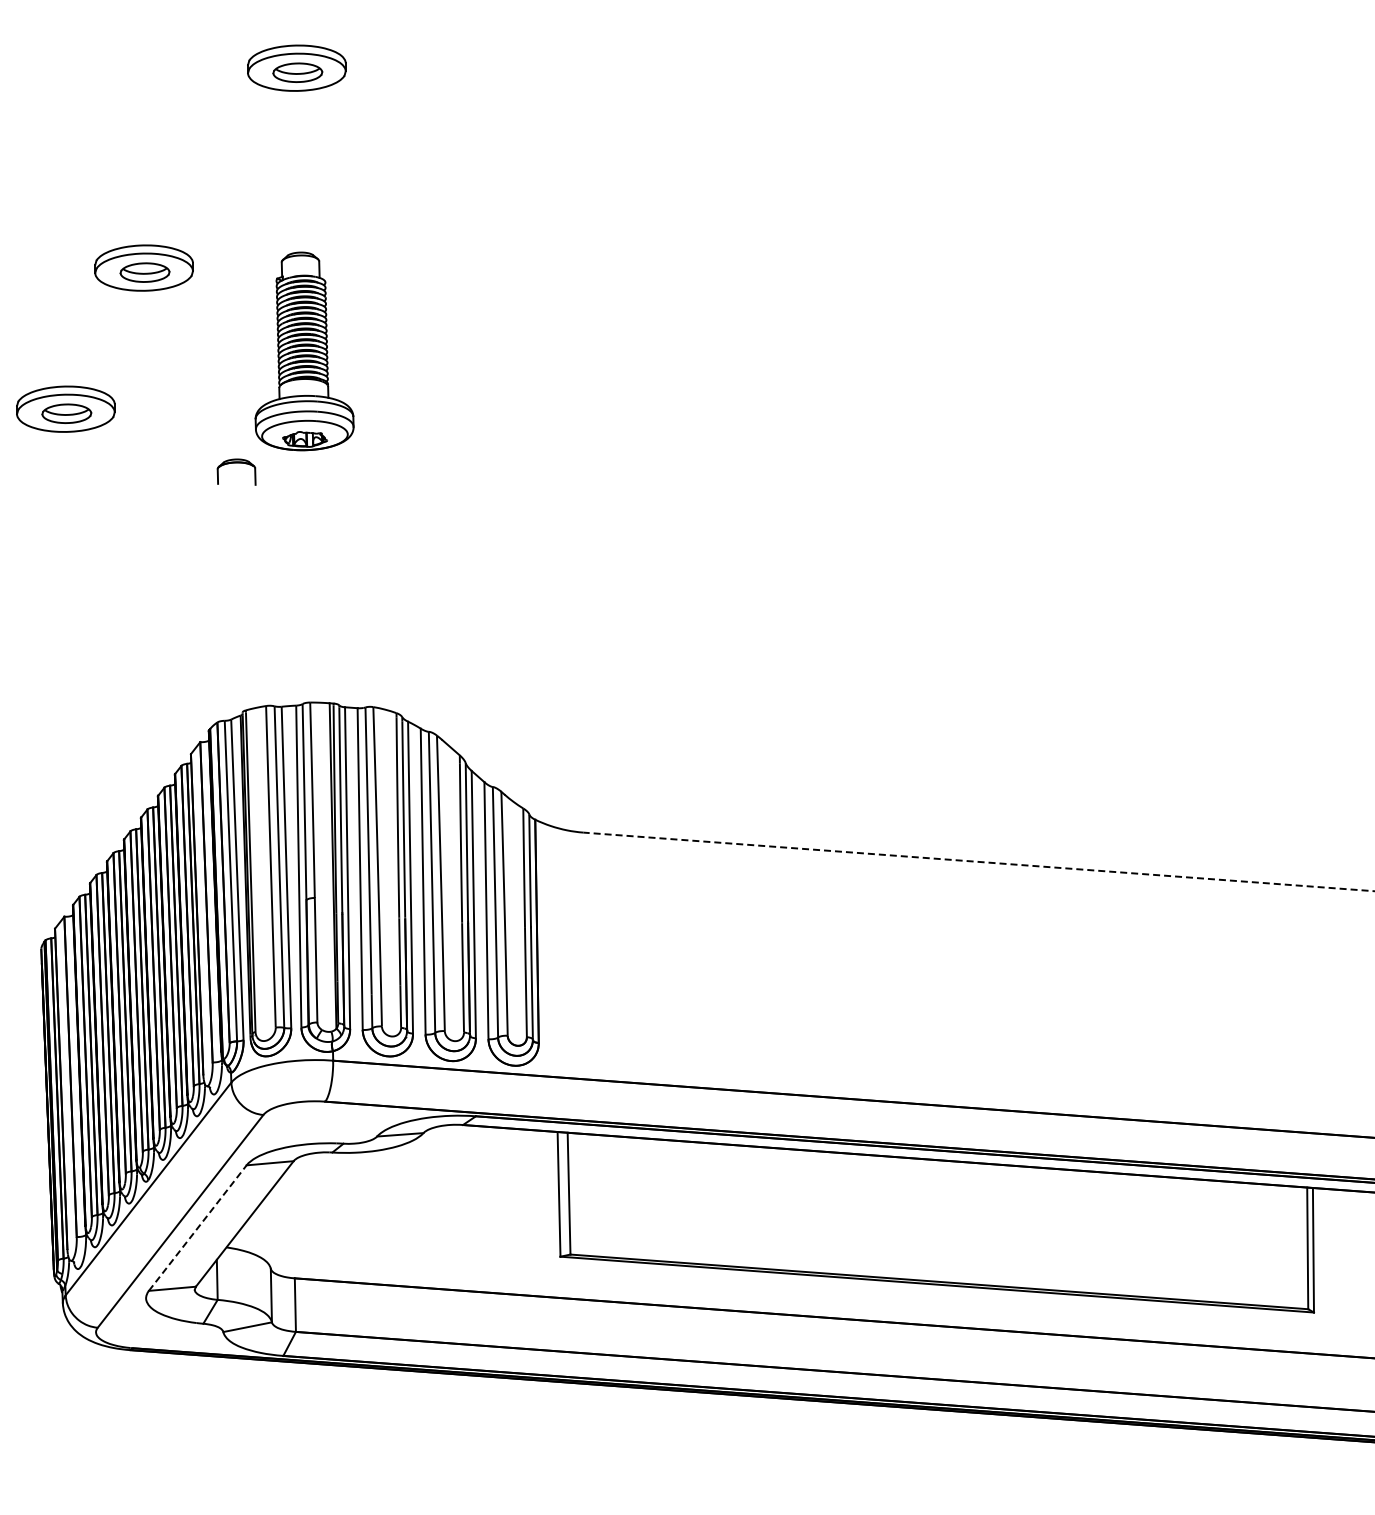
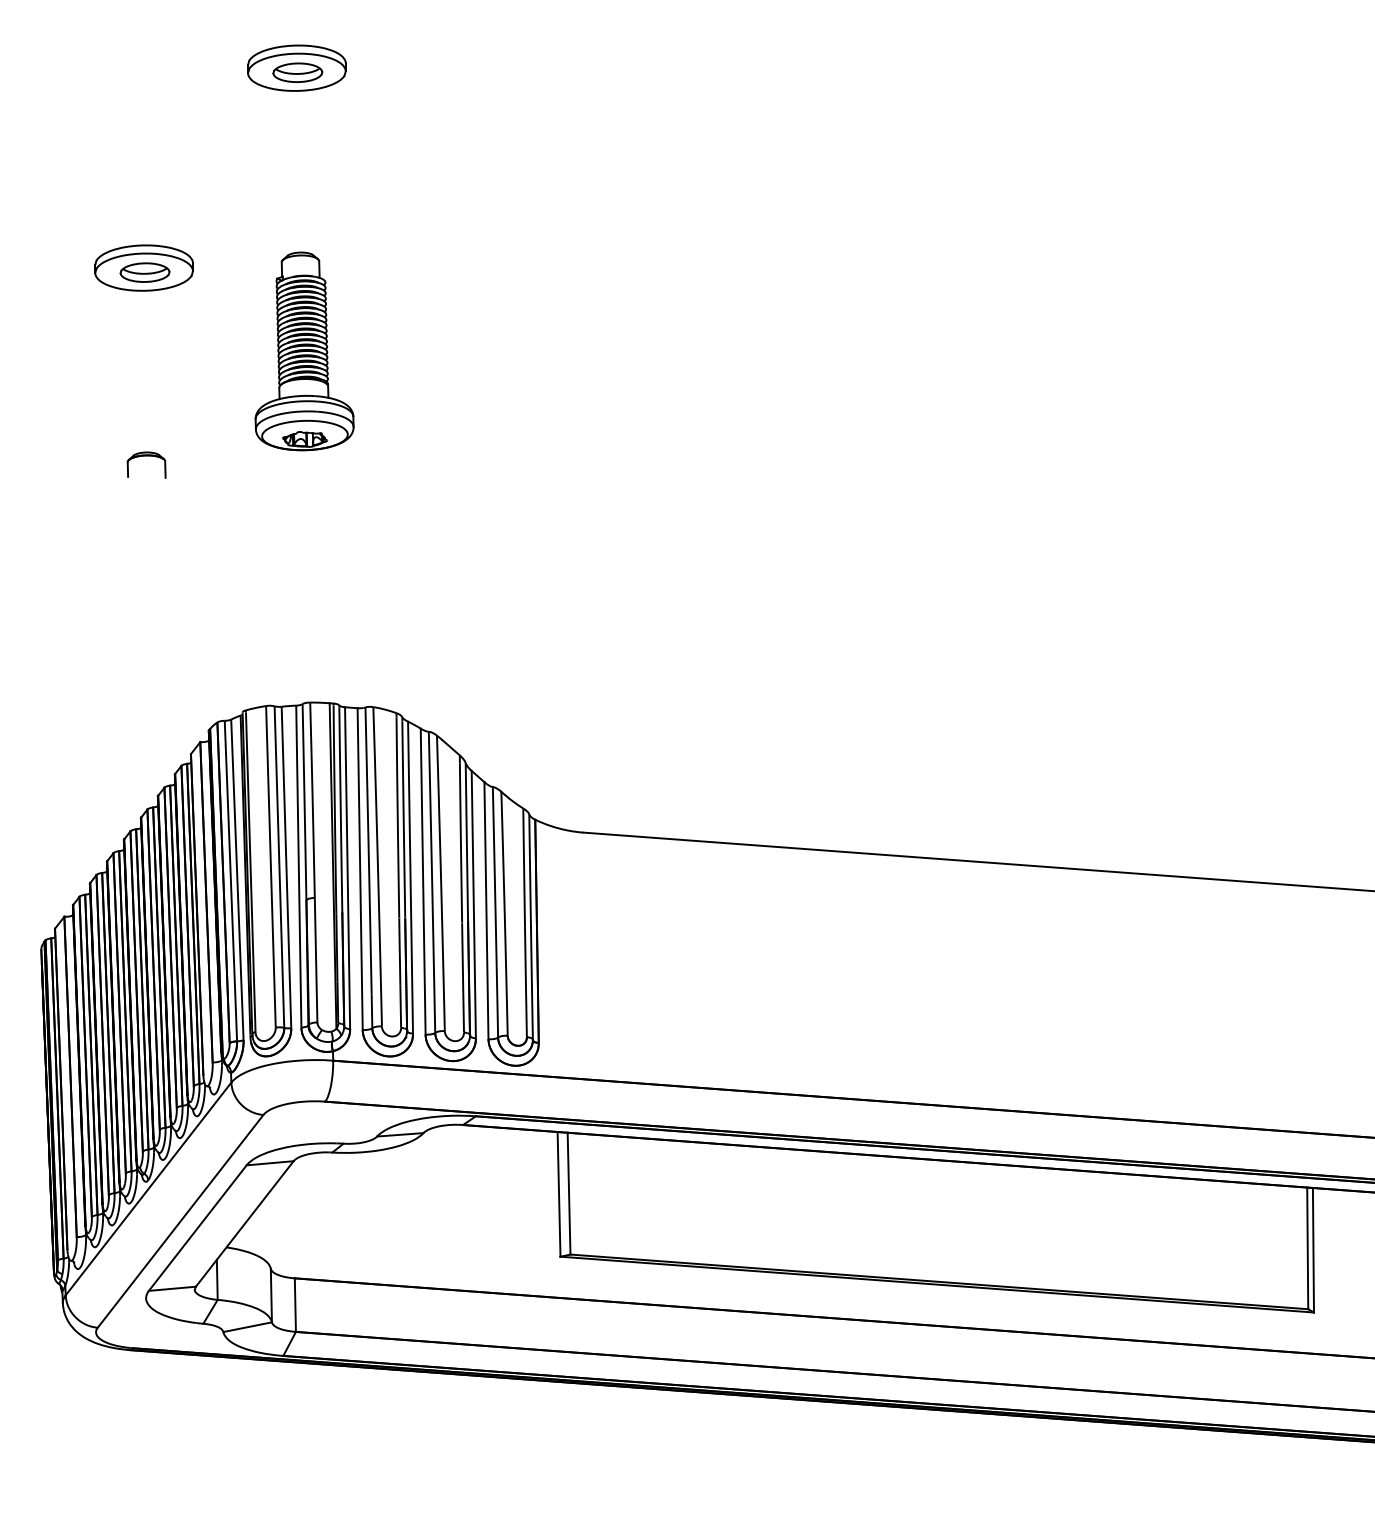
part at (65, 408): present -> none
part at (236, 463) position: (236, 463) -> (146, 456)
line at (979, 861): dashed -> solid
line at (197, 1228): dashed -> solid
